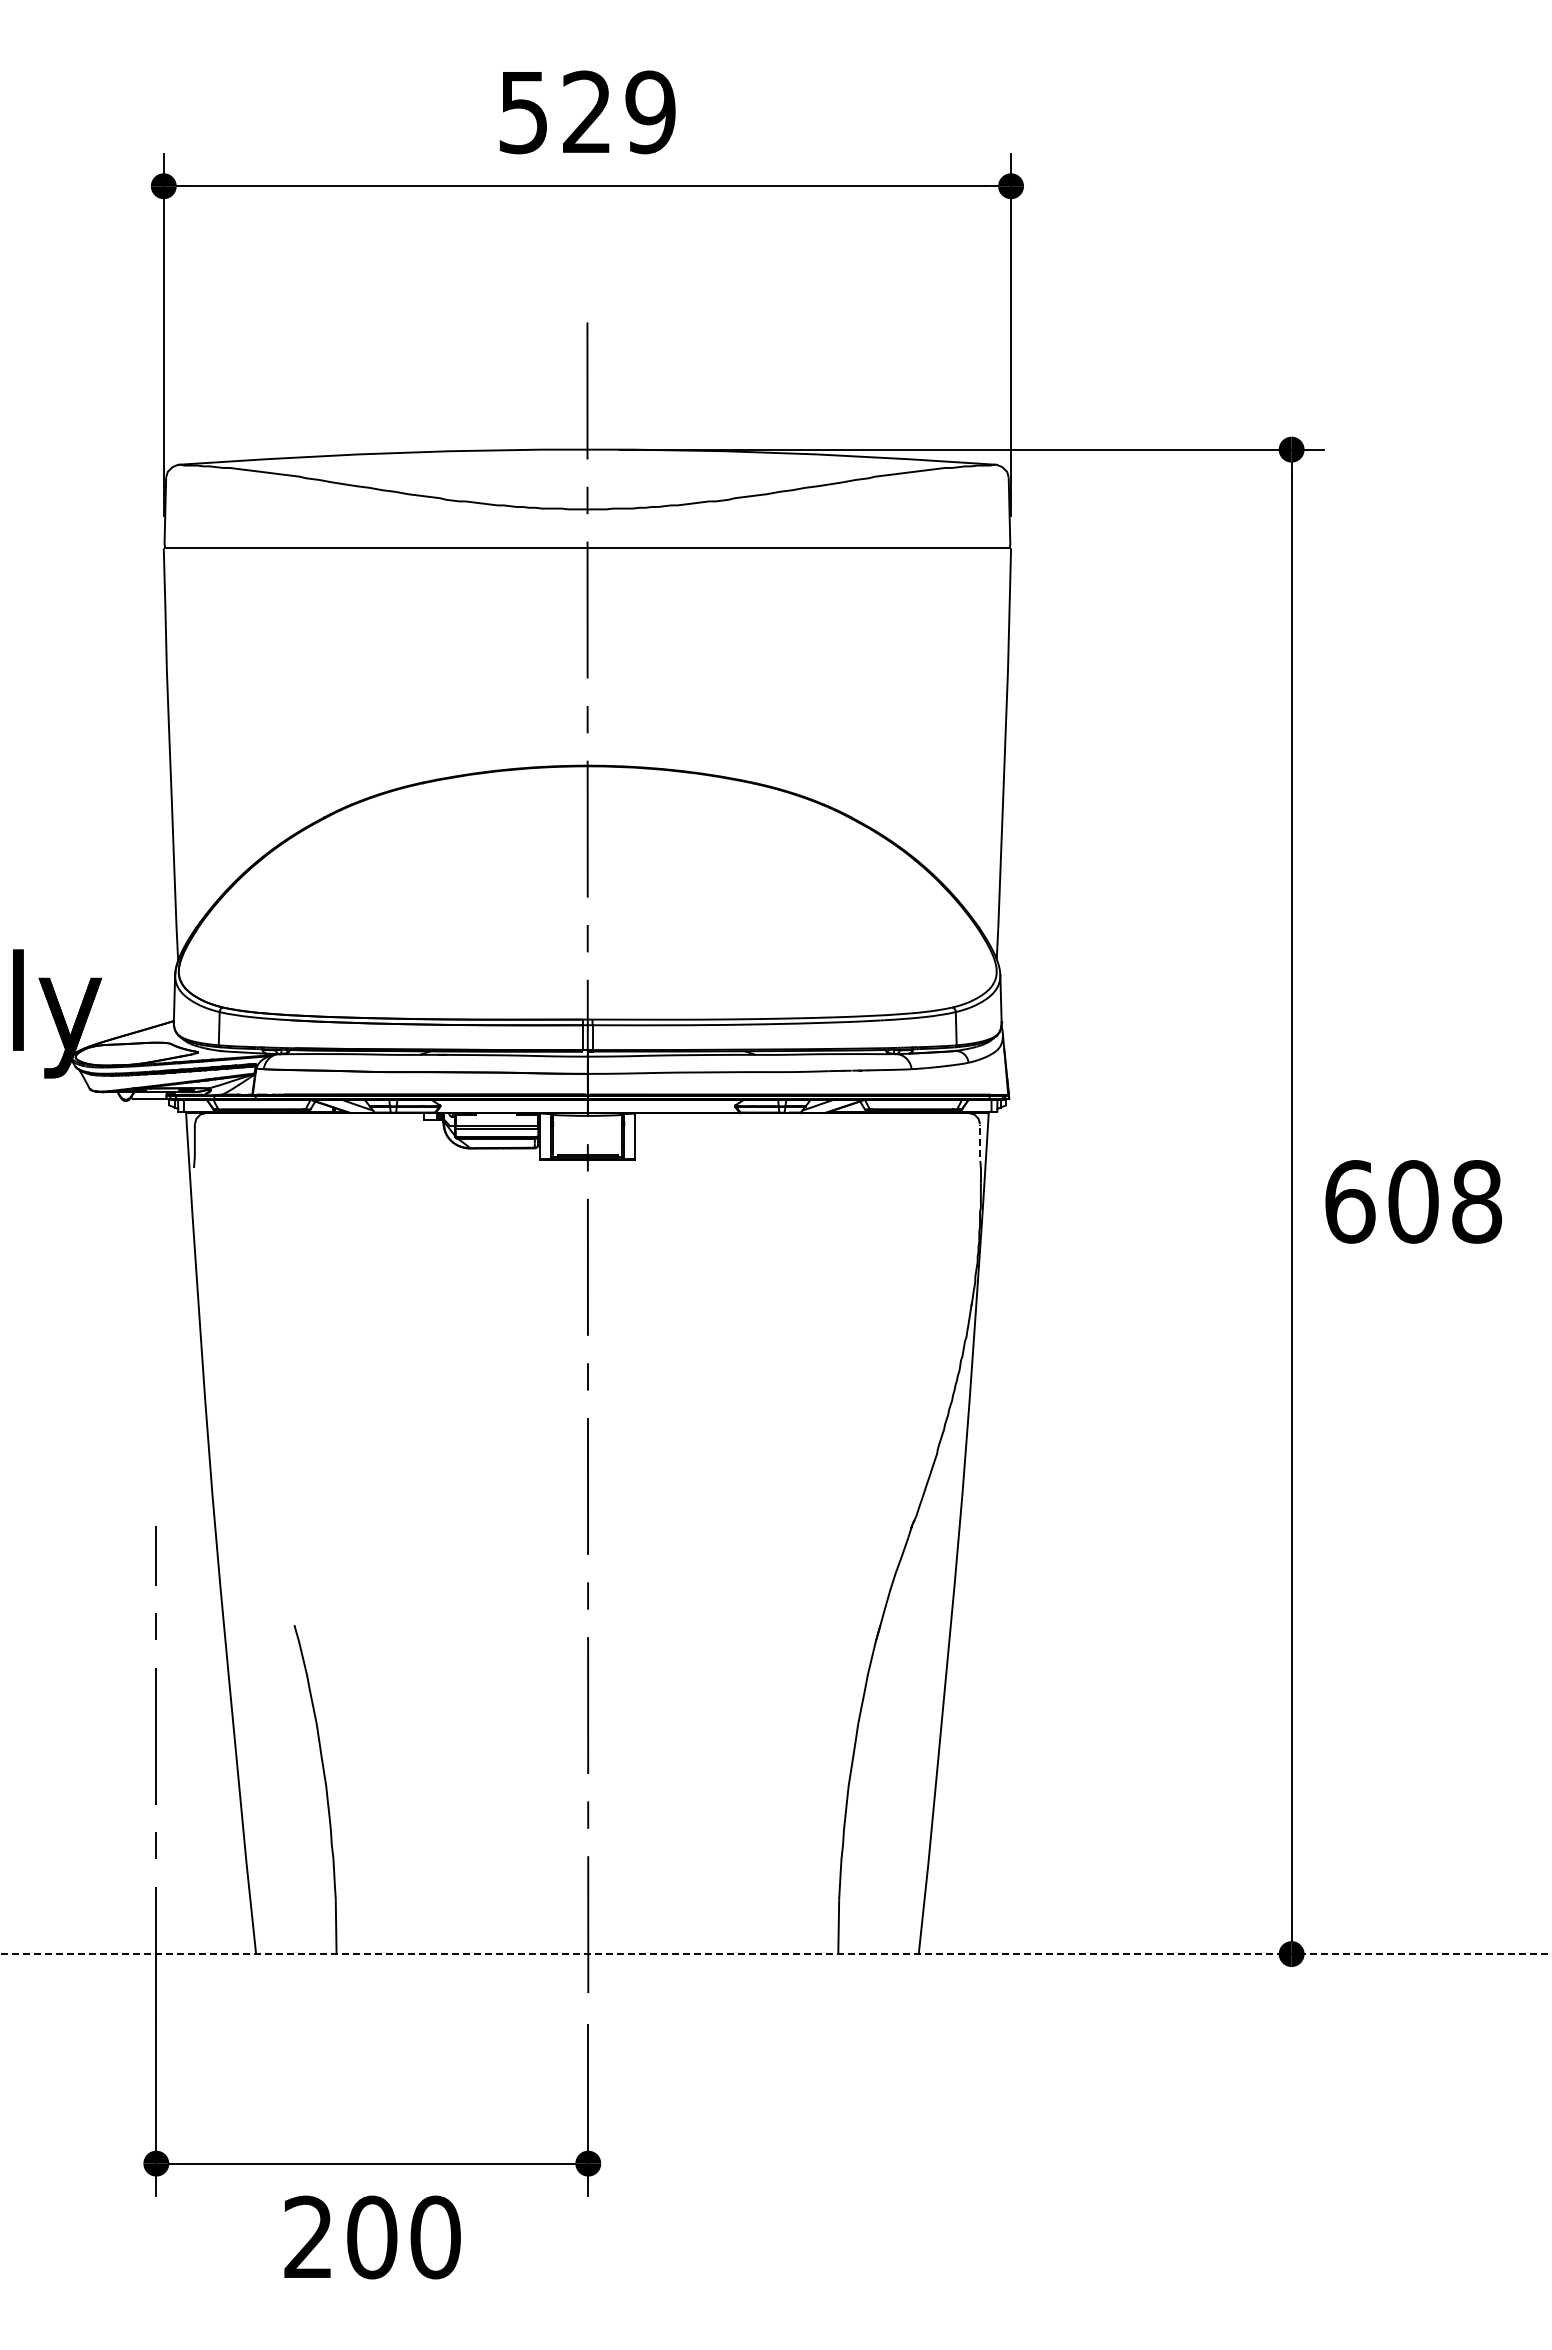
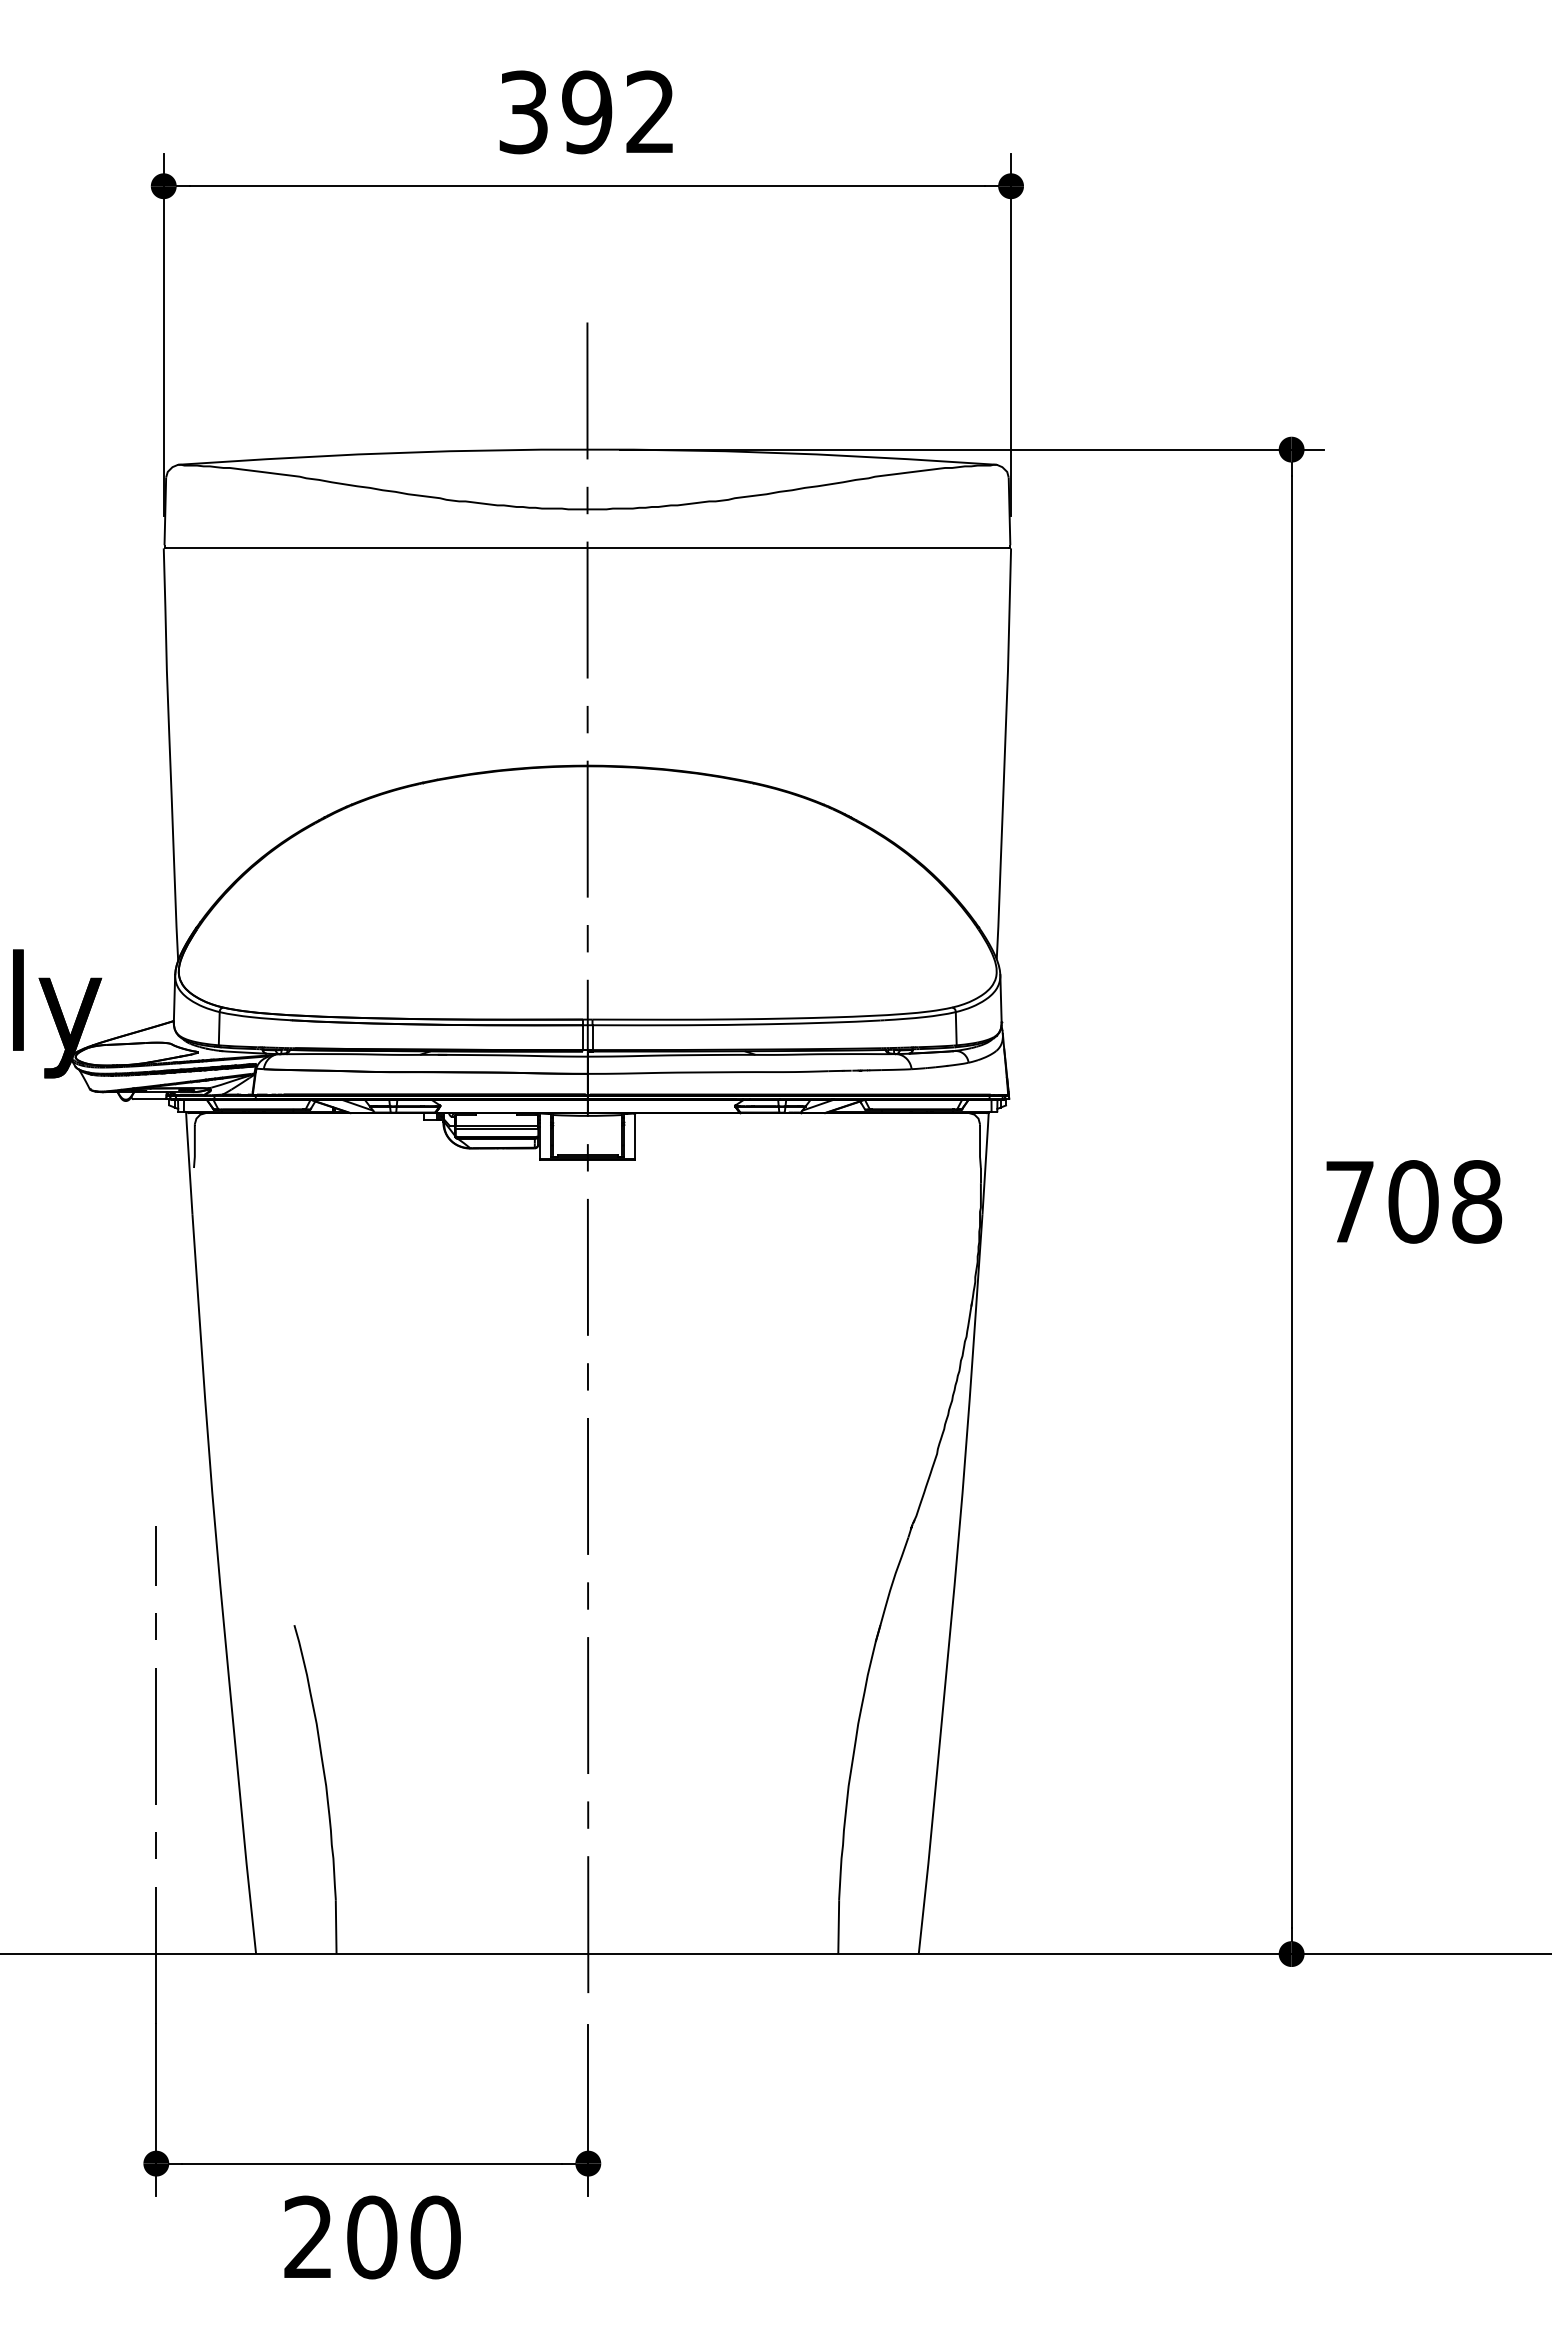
text at (587, 112): 529 -> 392
line at (980, 1146): dashed -> solid
text at (1350, 1201): 608 -> 708
line at (776, 1954): dashed -> solid
